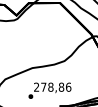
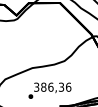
text at (49, 86): 278,86 -> 386,36
